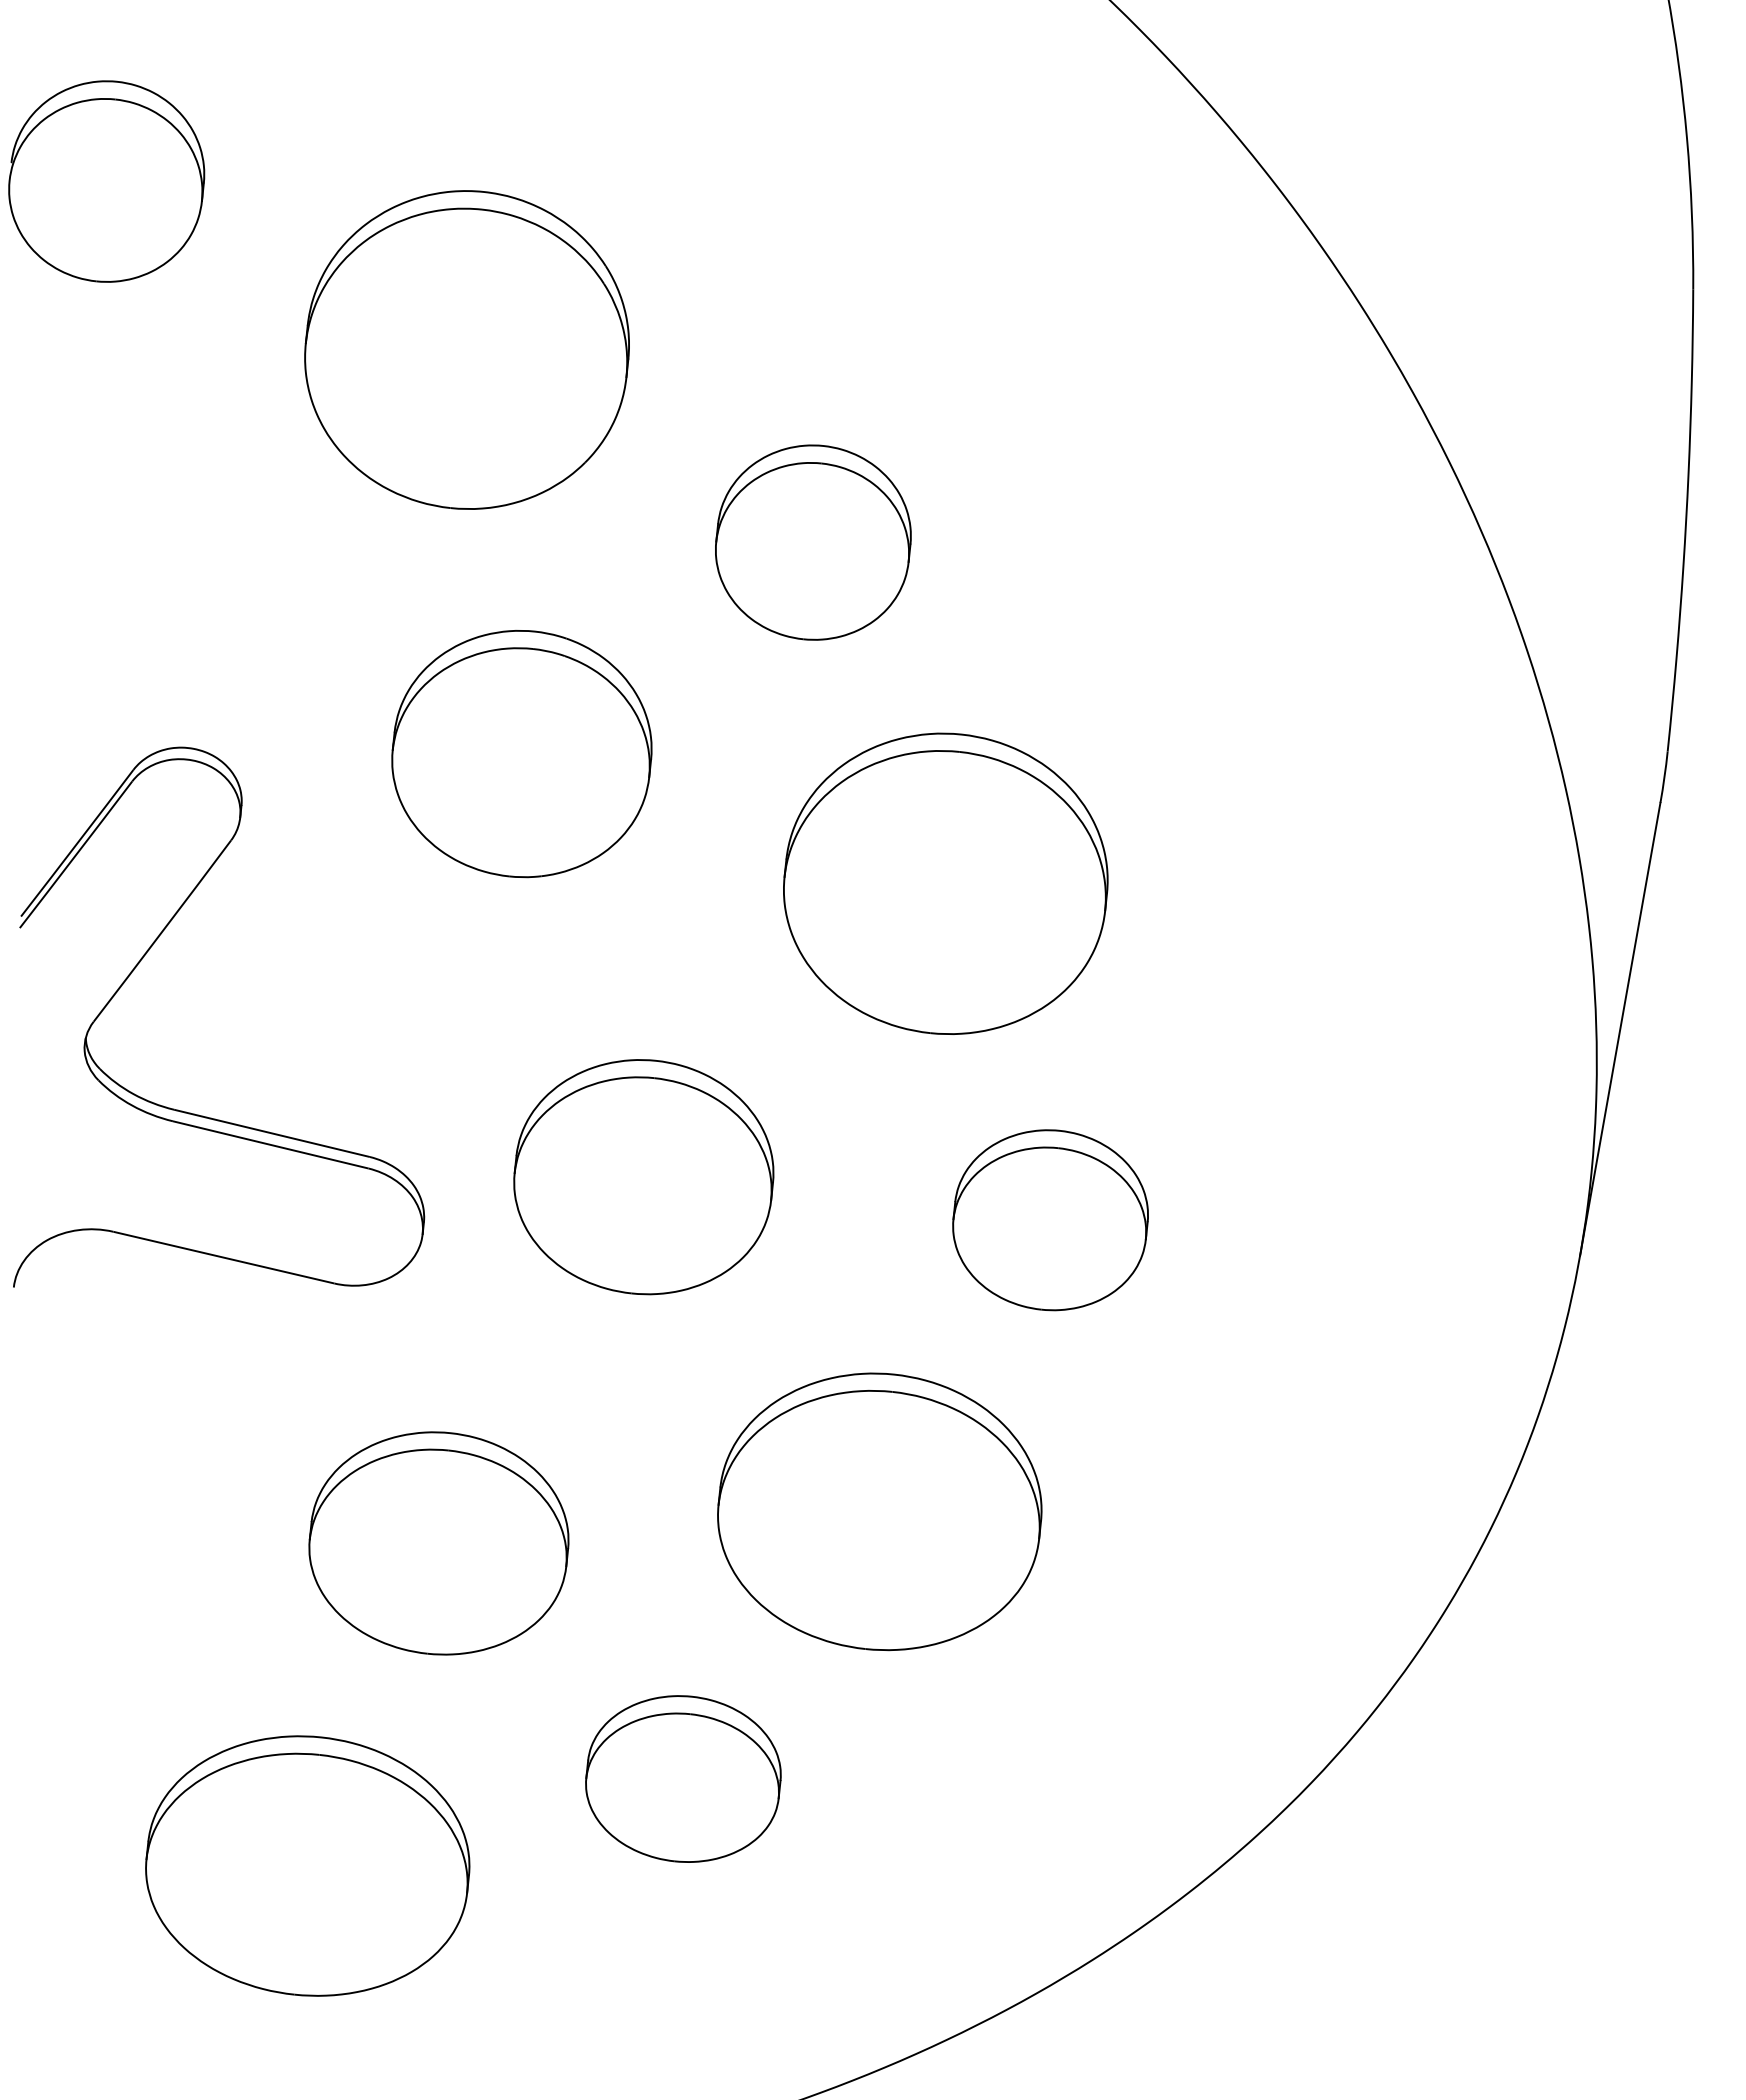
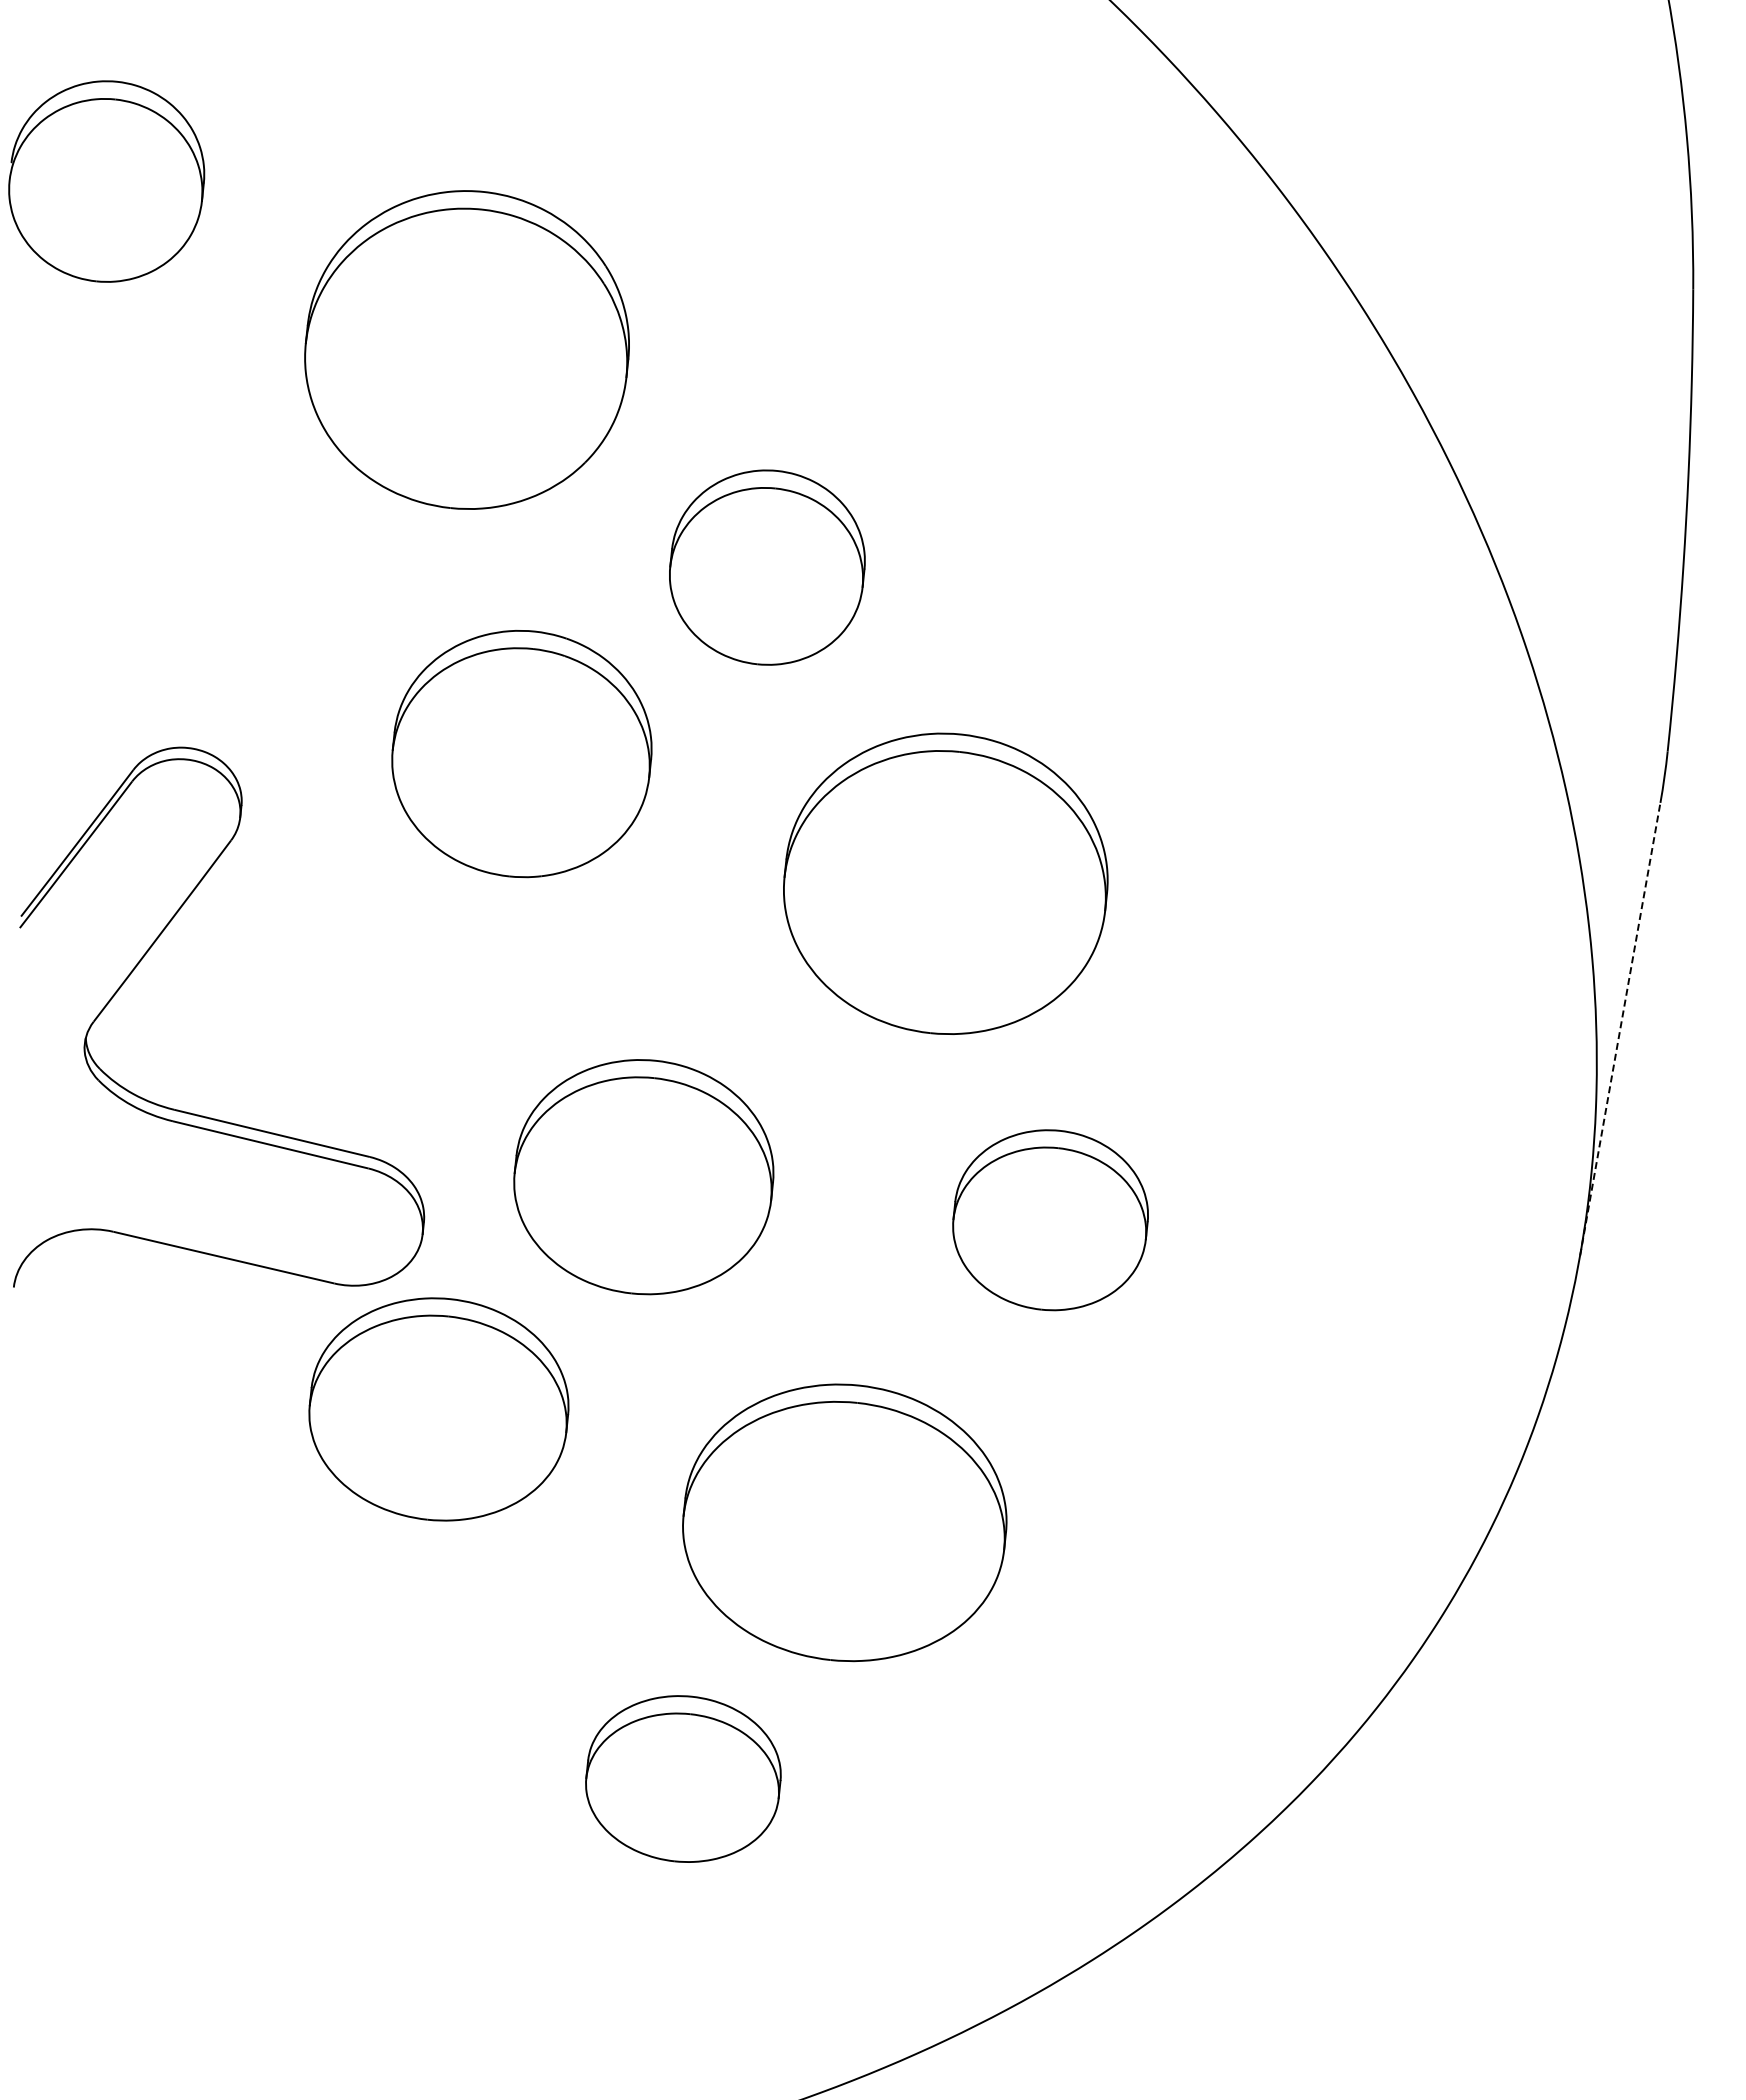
part at (813, 542) position: (813, 542) -> (767, 567)
line at (1620, 1029): solid -> dashed
part at (879, 1511) position: (879, 1511) -> (844, 1522)
part at (438, 1543) position: (438, 1543) -> (438, 1409)
part at (307, 1865): present -> none
